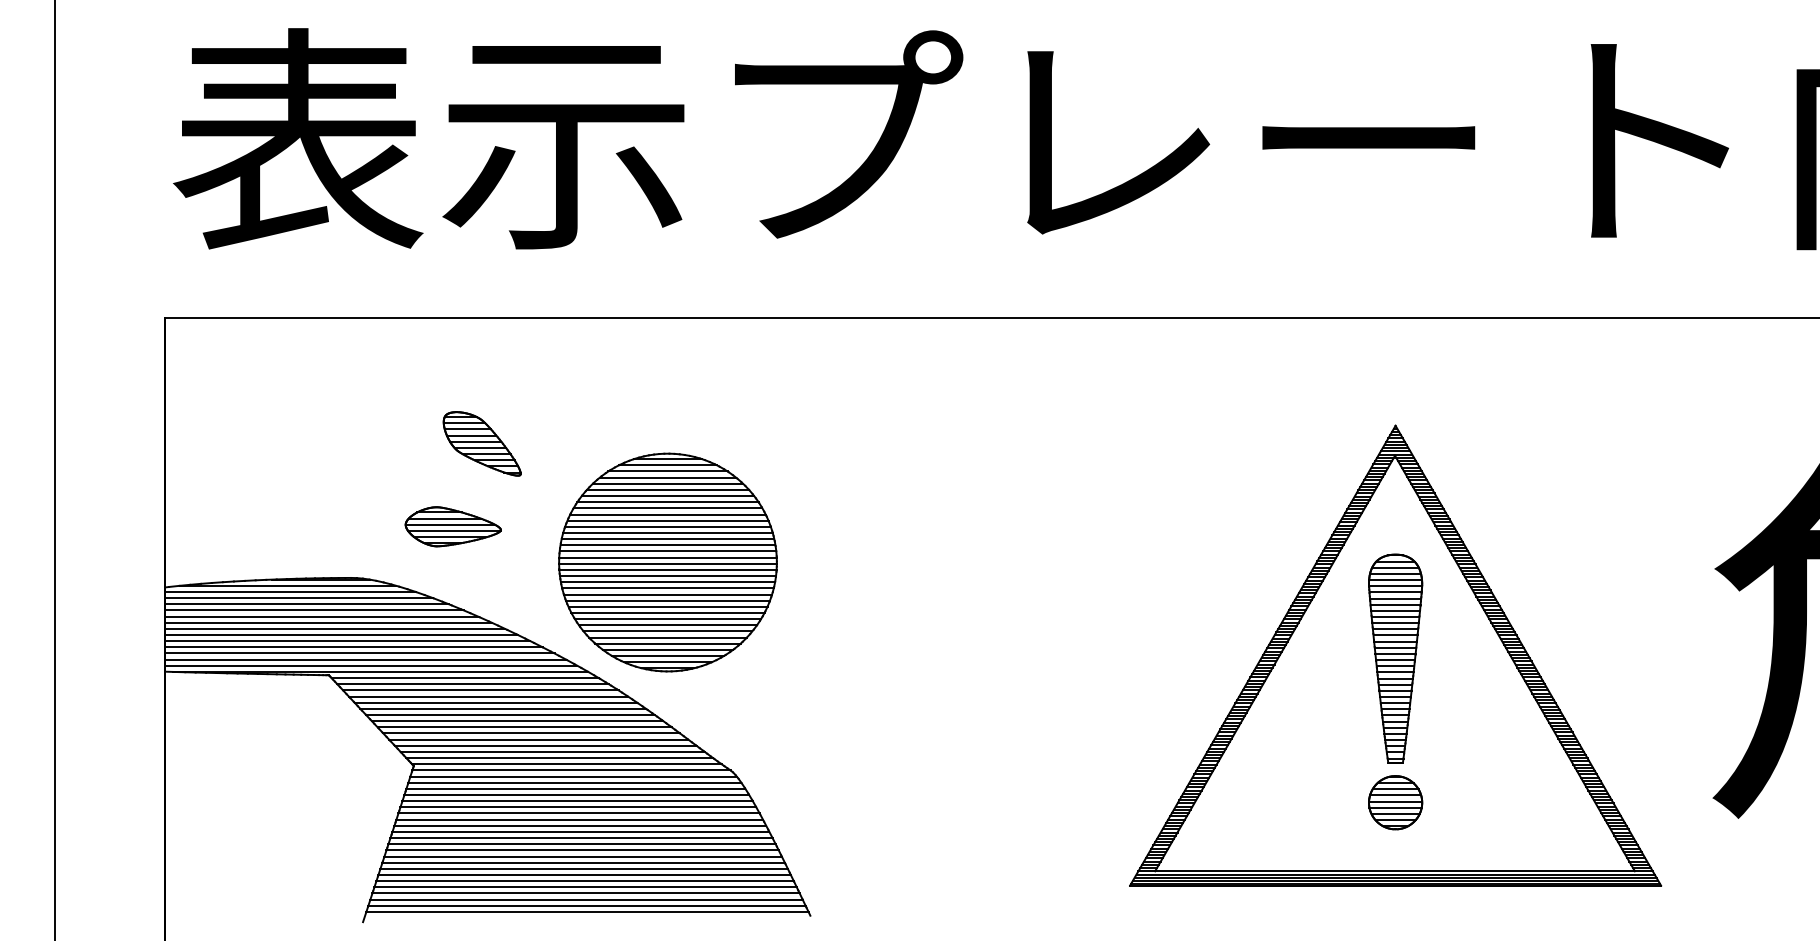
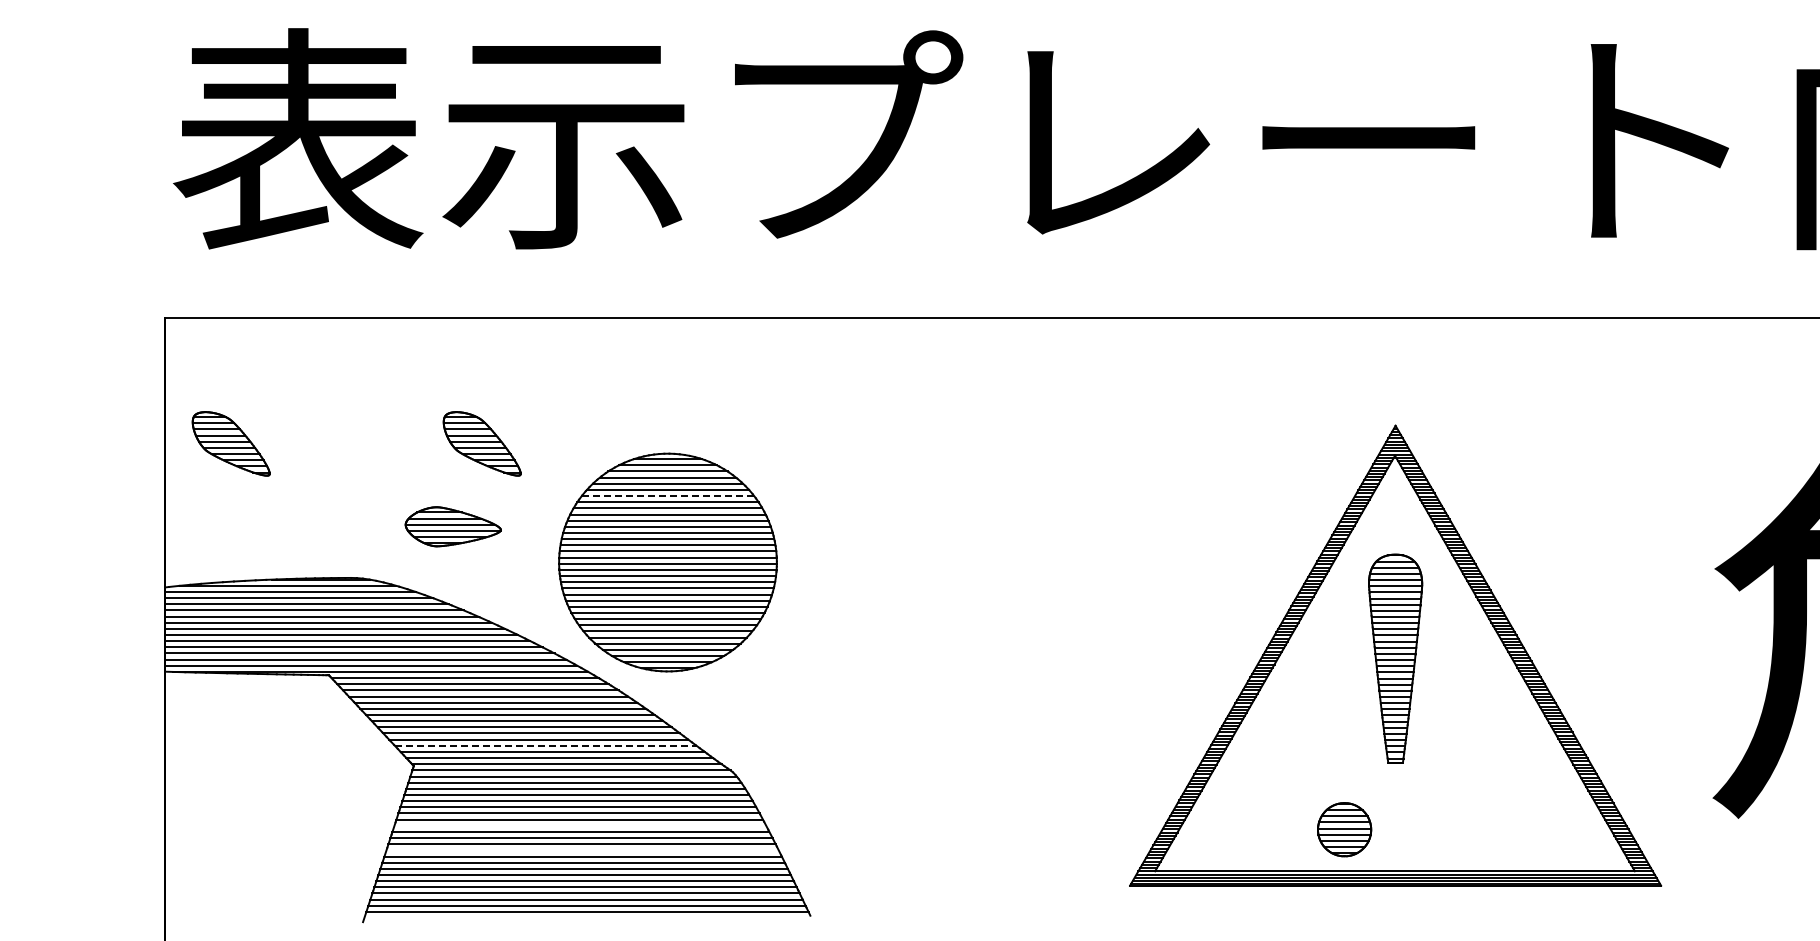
part at (230, 443): none -> present
line at (54, 469): present -> none
line at (668, 496): solid -> dashed
line at (545, 745): solid -> dashed
part at (1395, 802) position: (1395, 802) -> (1344, 829)
line at (580, 825): present -> none
line at (582, 850): present -> none
